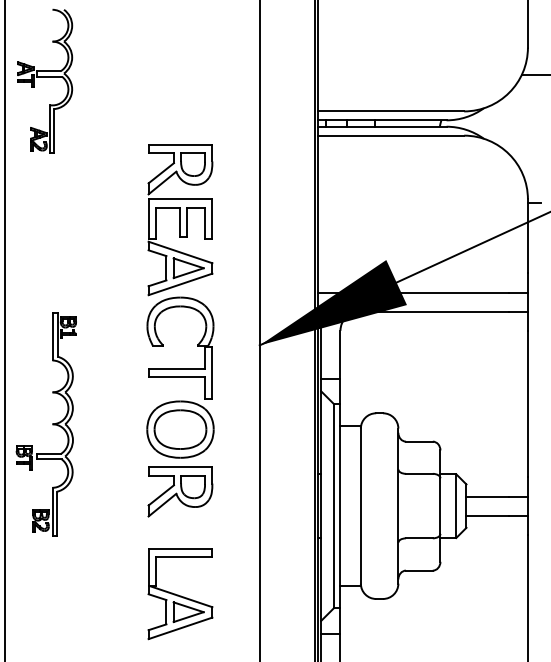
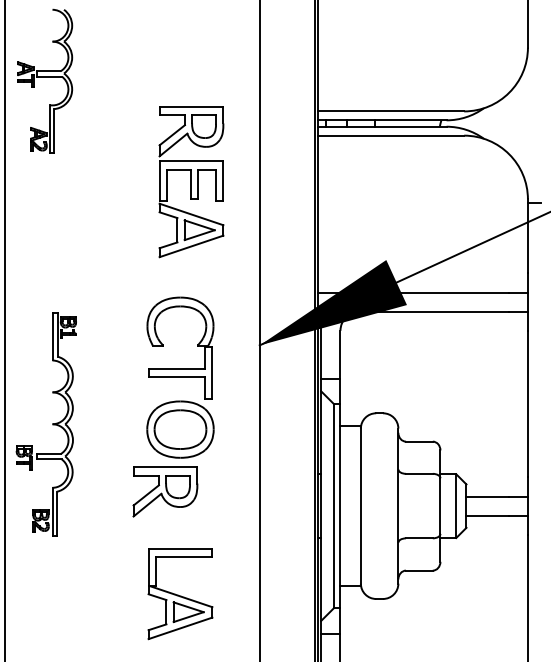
line at (534, 75): present -> none
part at (180, 220) position: (180, 220) -> (191, 182)
part at (180, 491) position: (180, 491) -> (165, 491)
